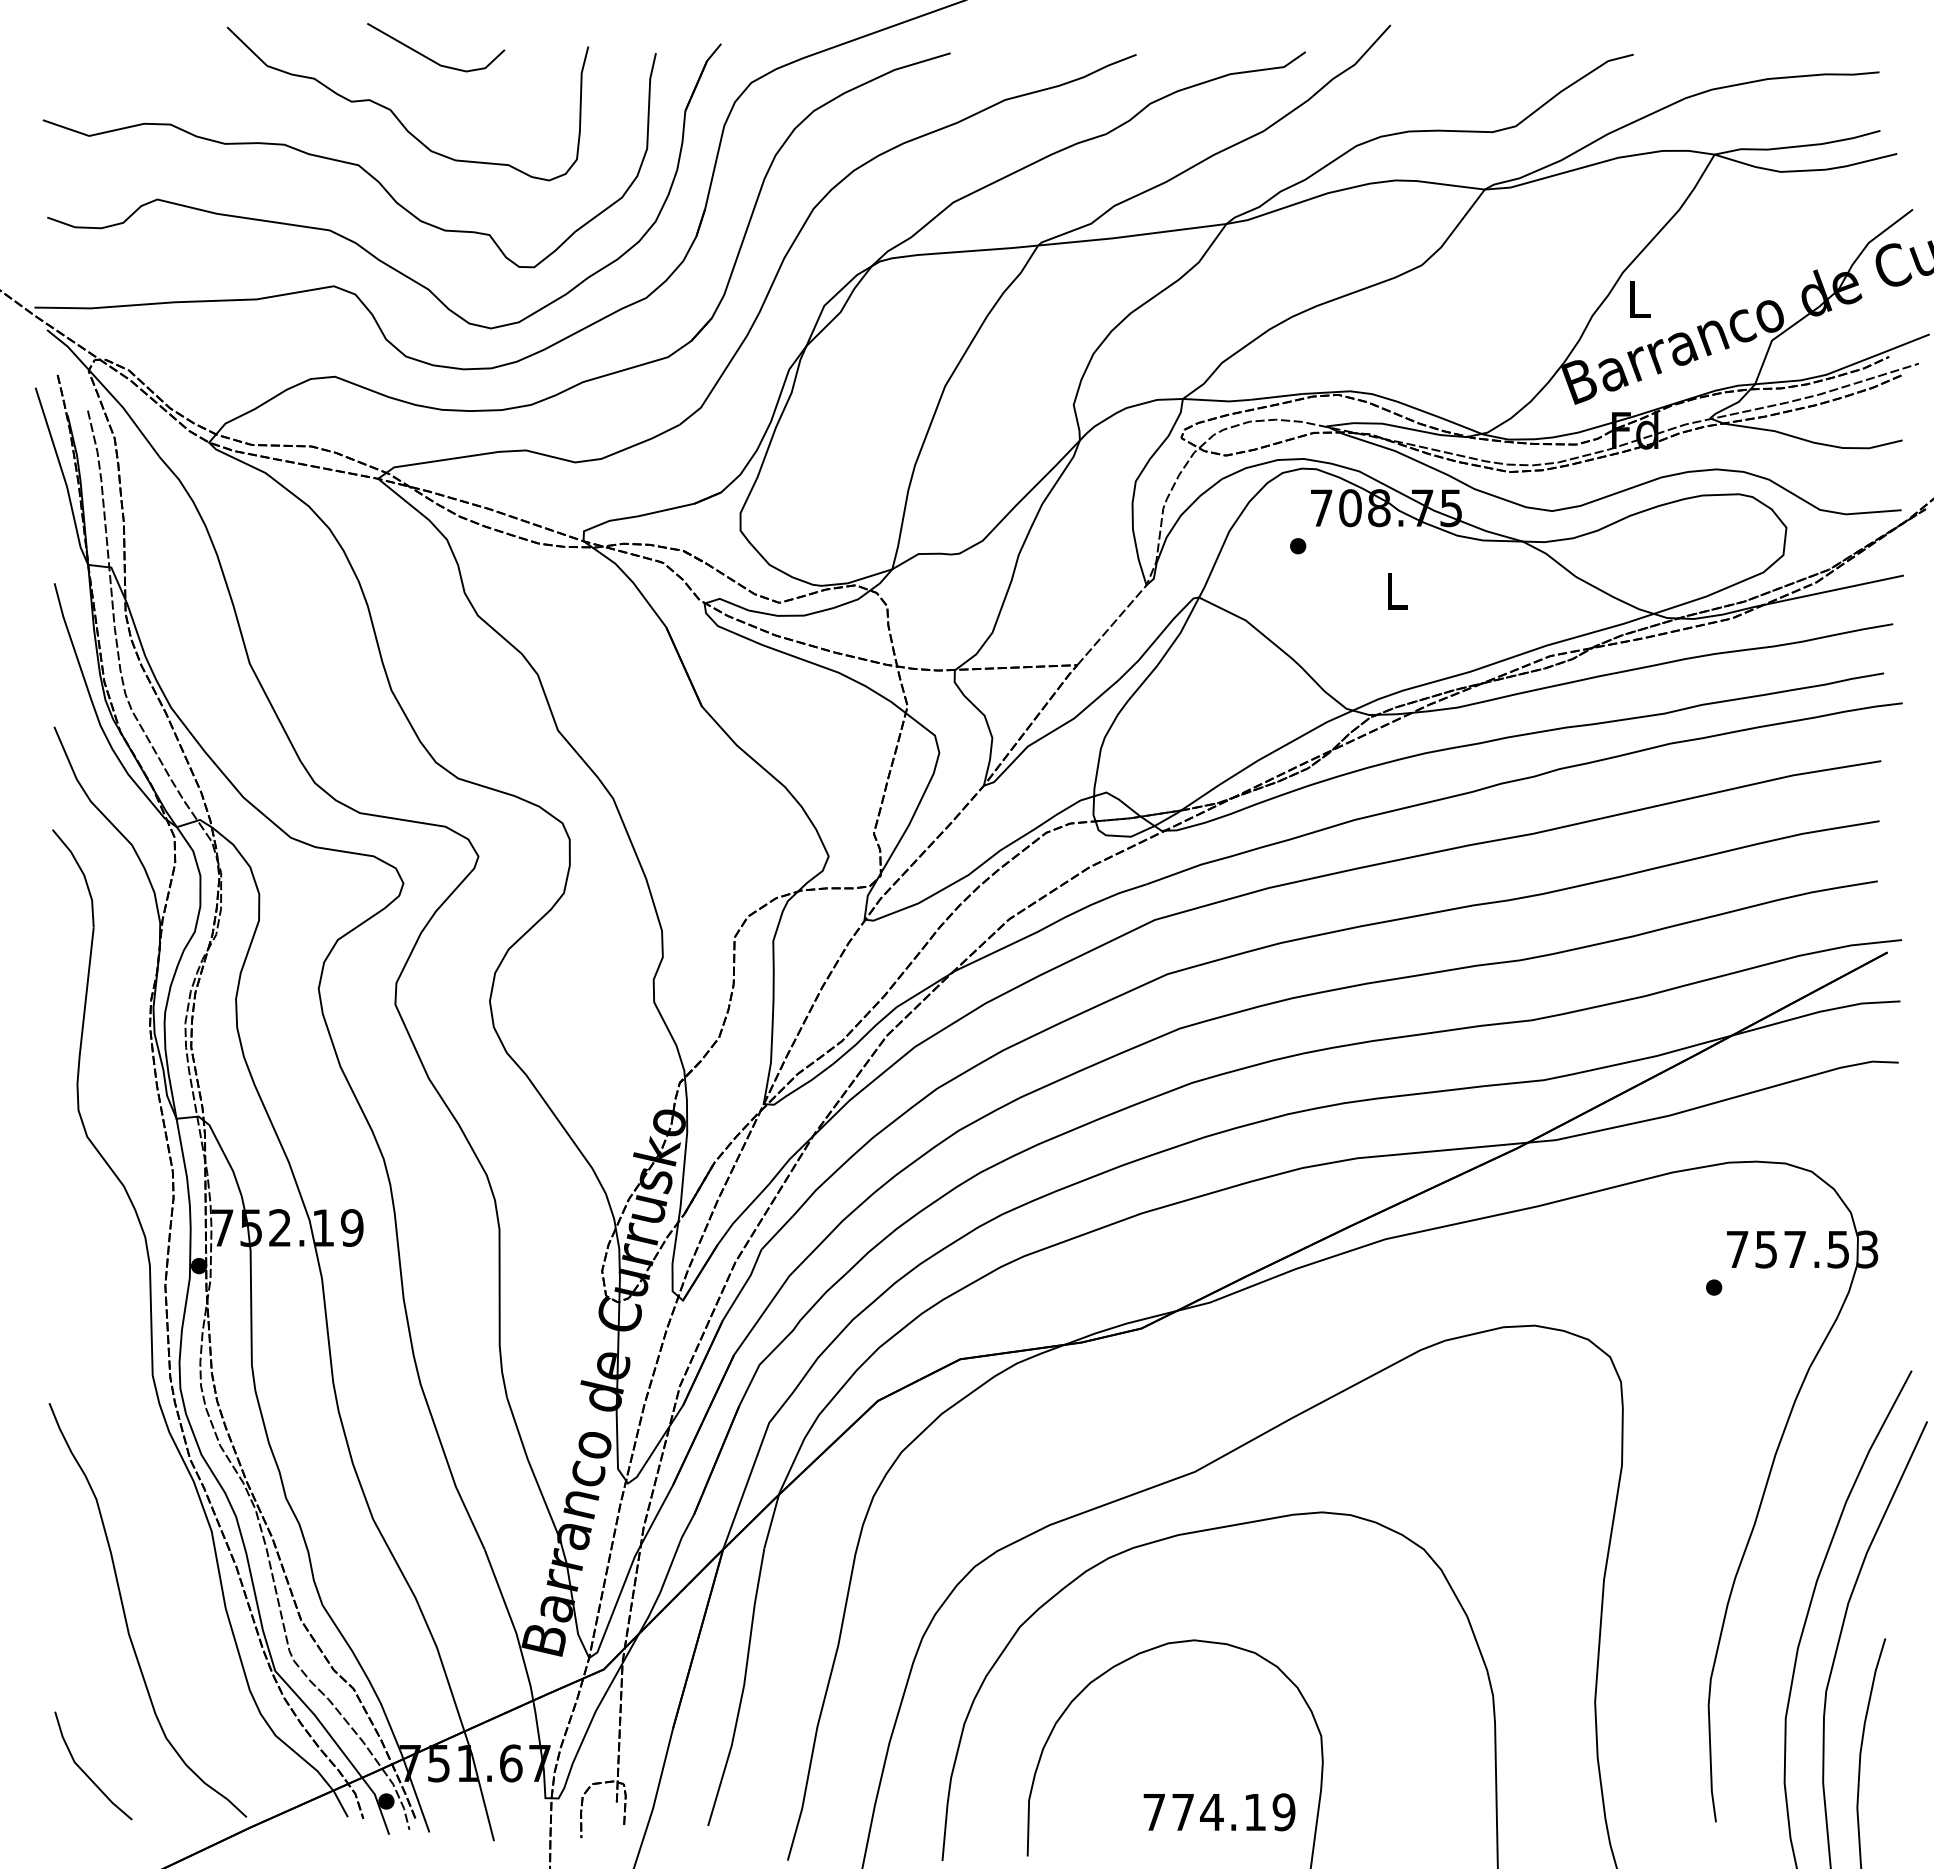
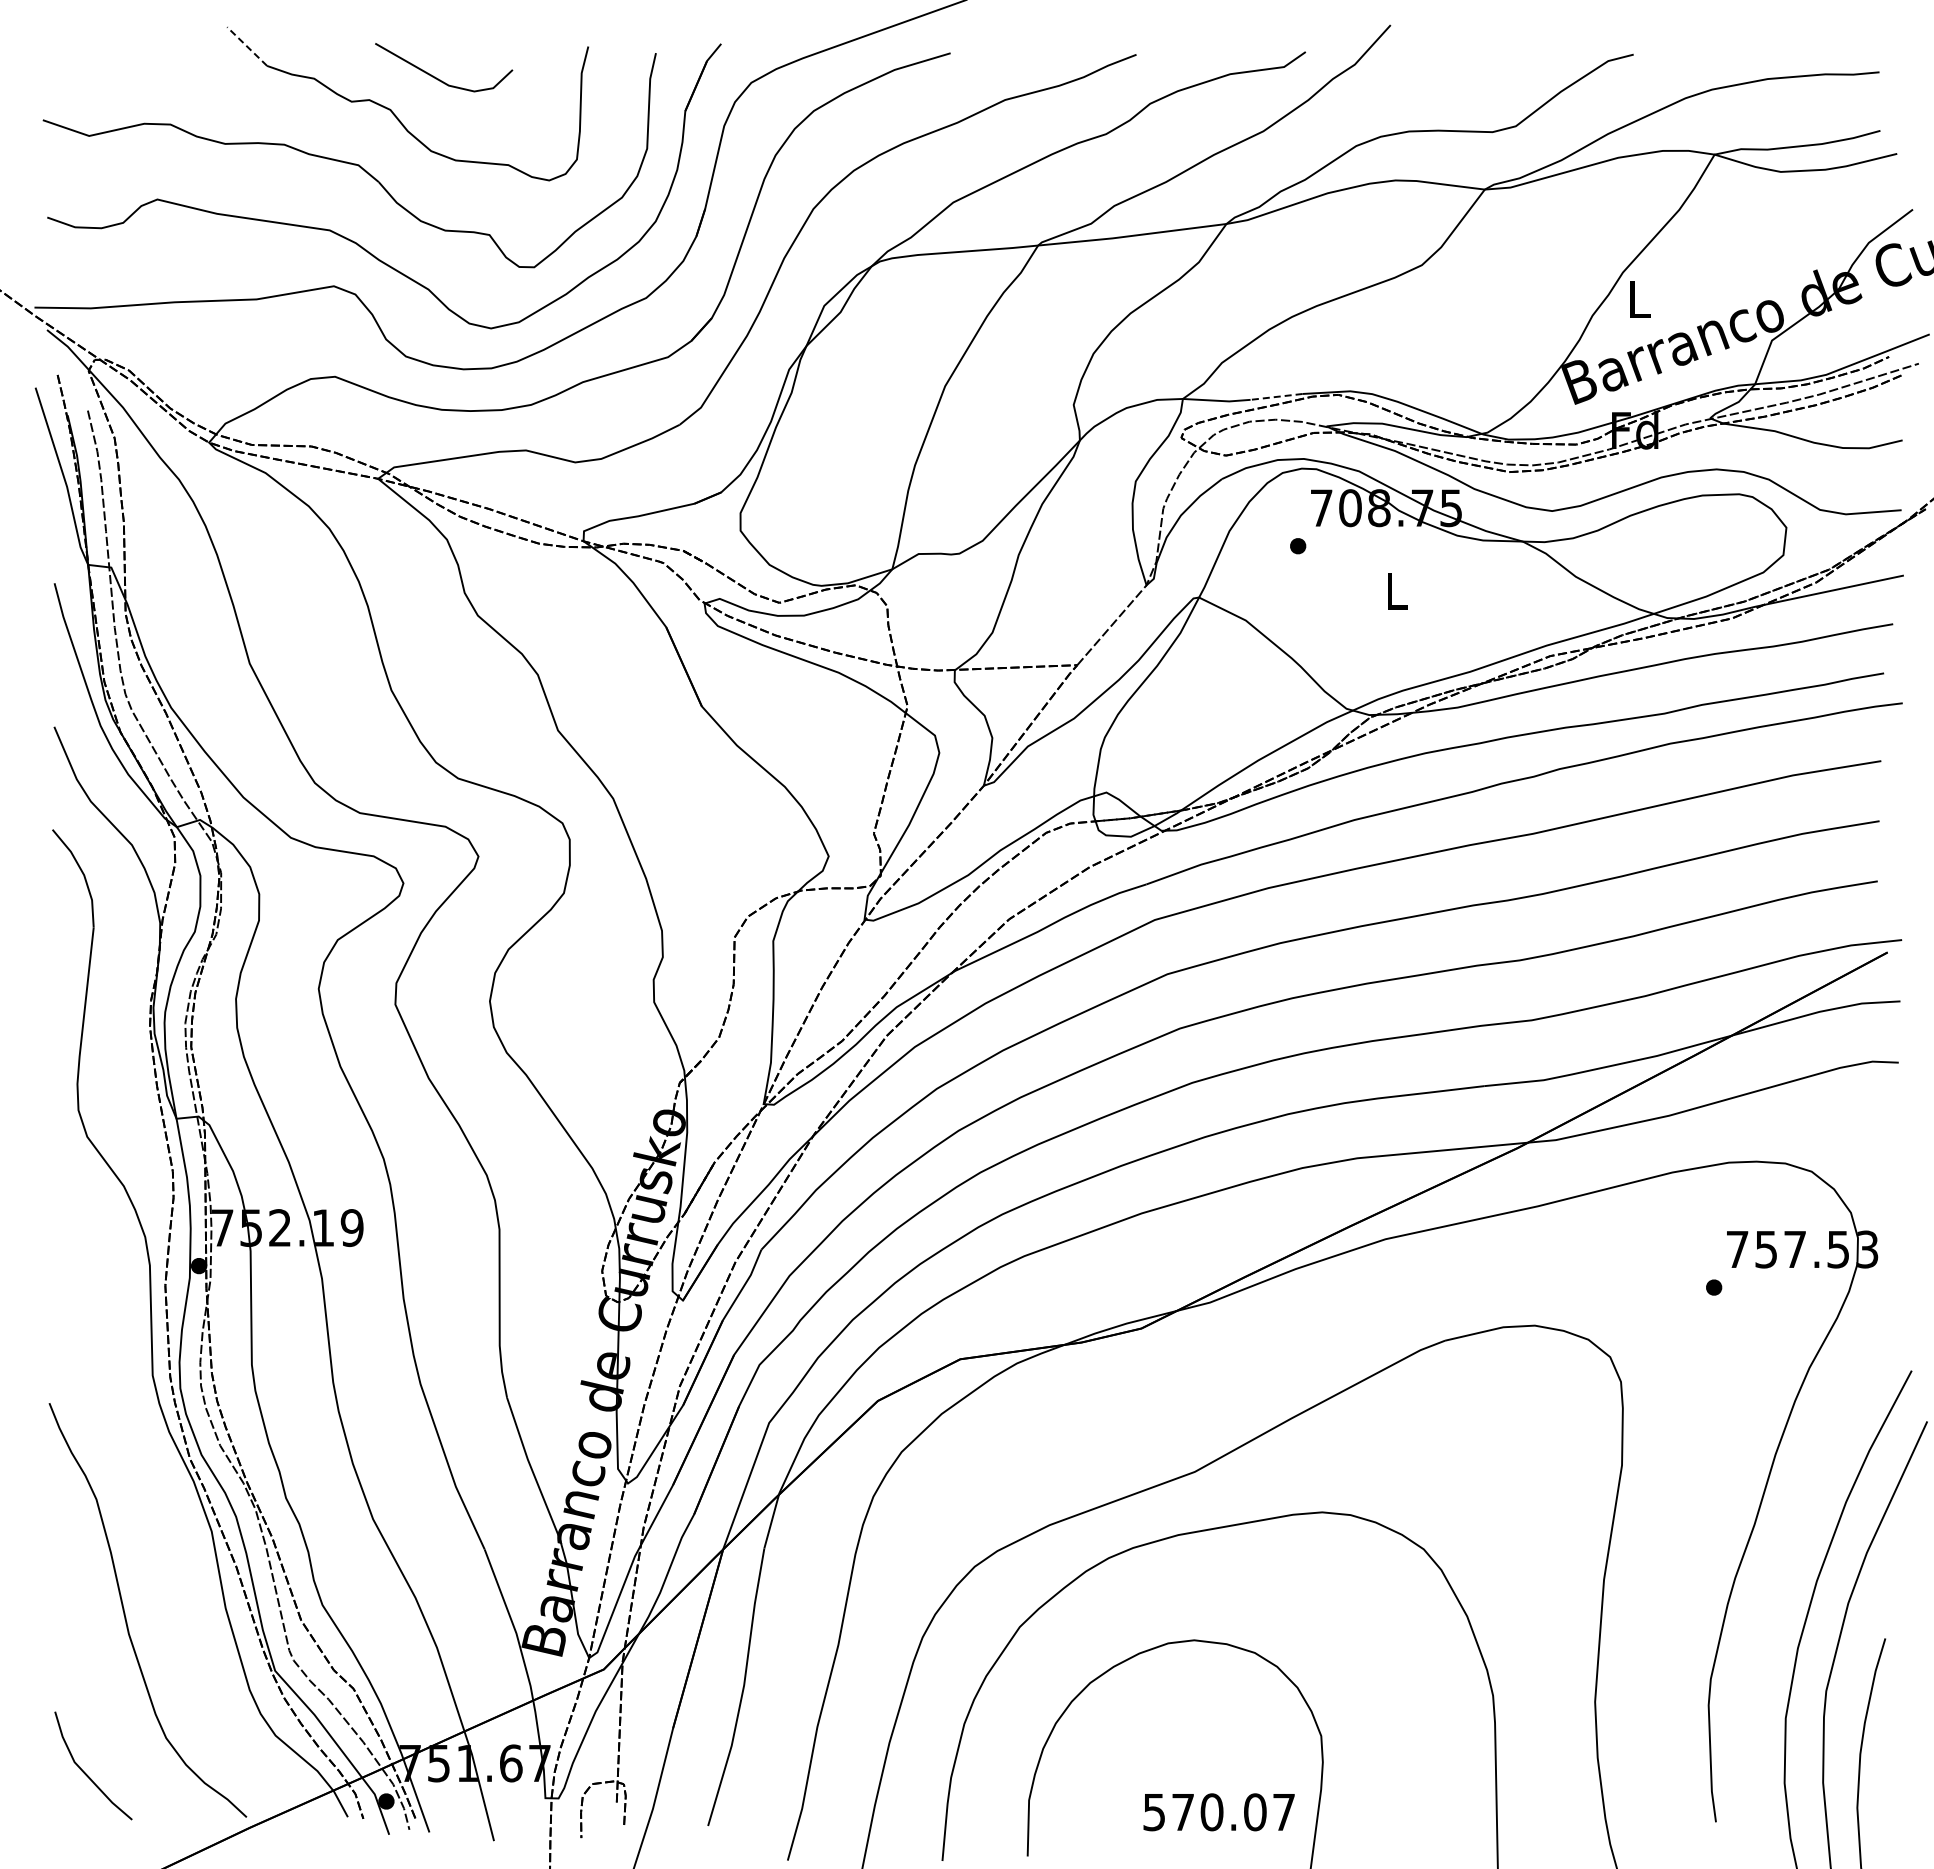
line at (247, 46): solid -> dashed
line at (430, 58) position: (430, 58) -> (438, 78)
line at (1276, 396): solid -> dashed
text at (1219, 1812): 774.19 -> 570.07
